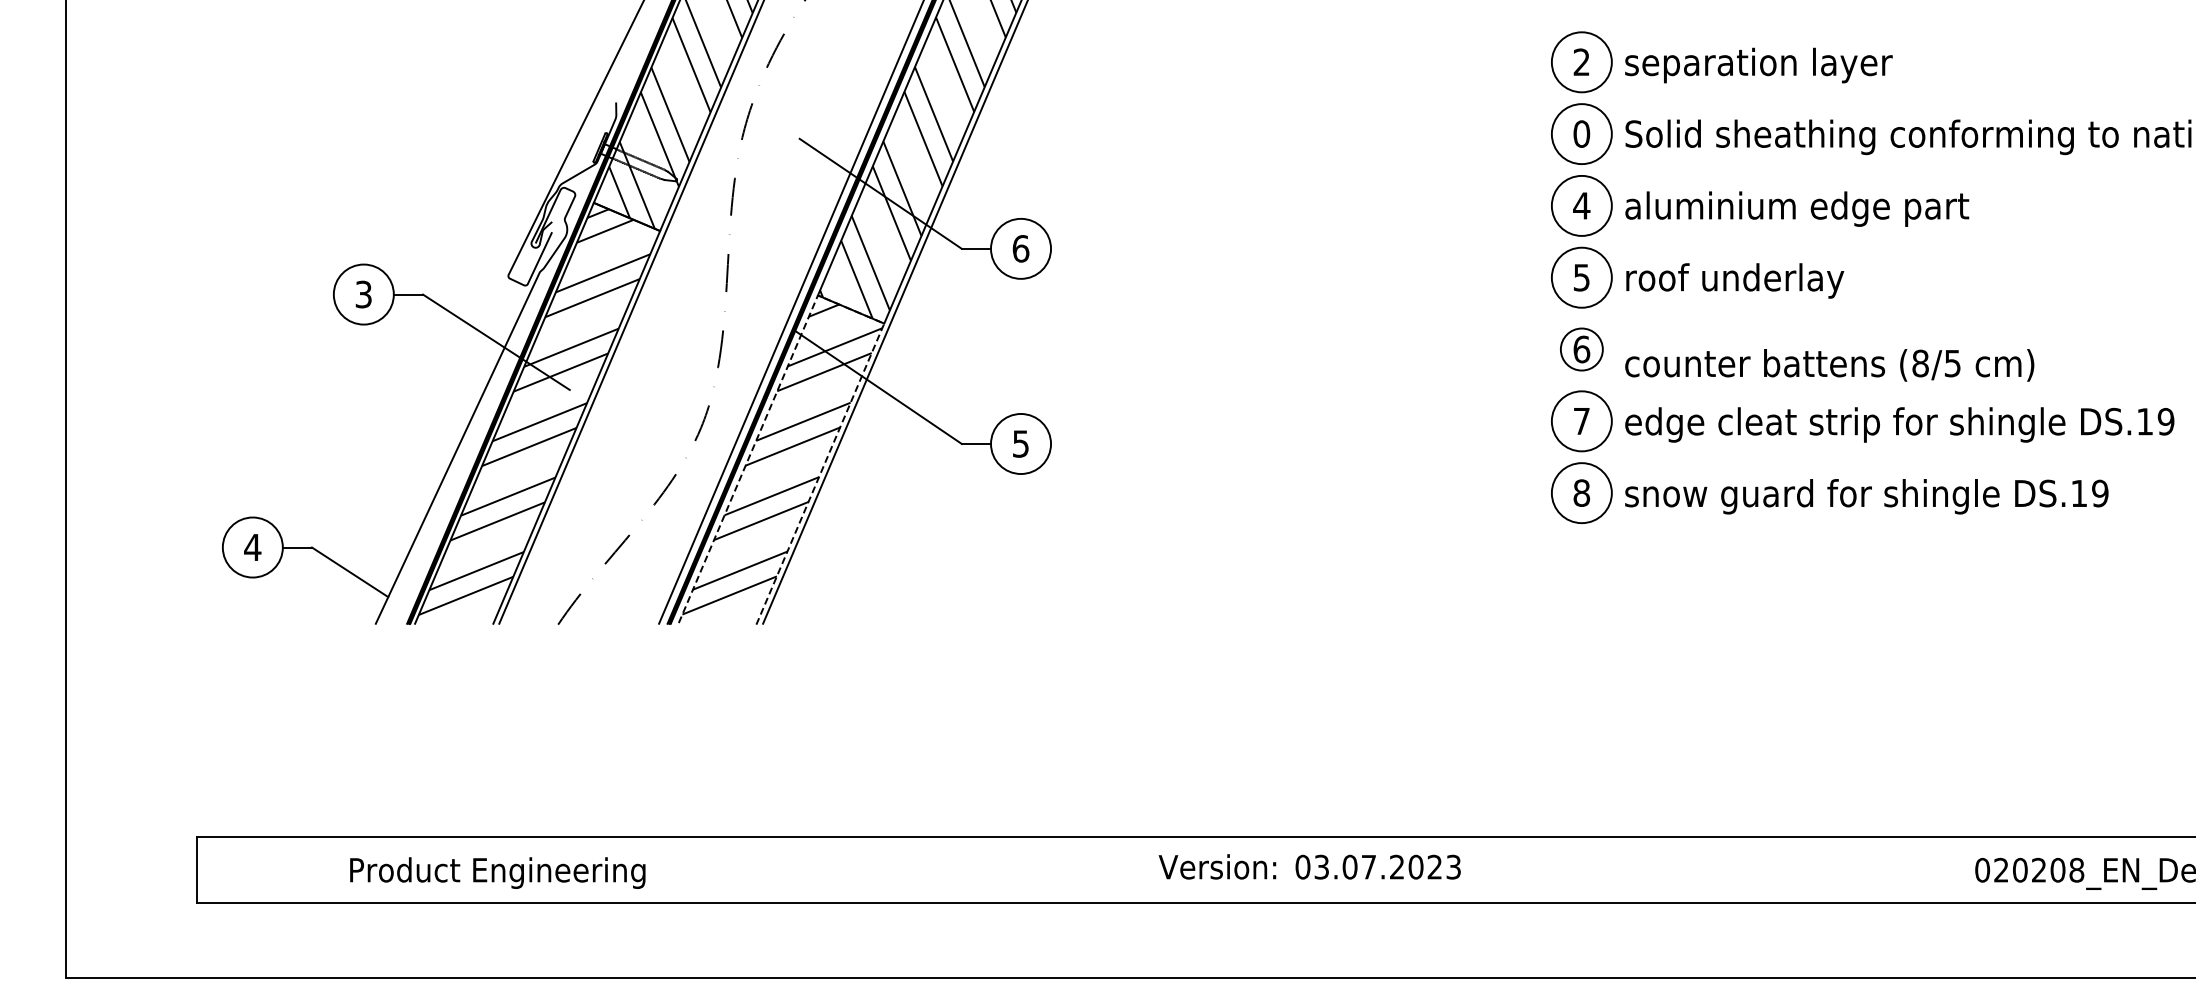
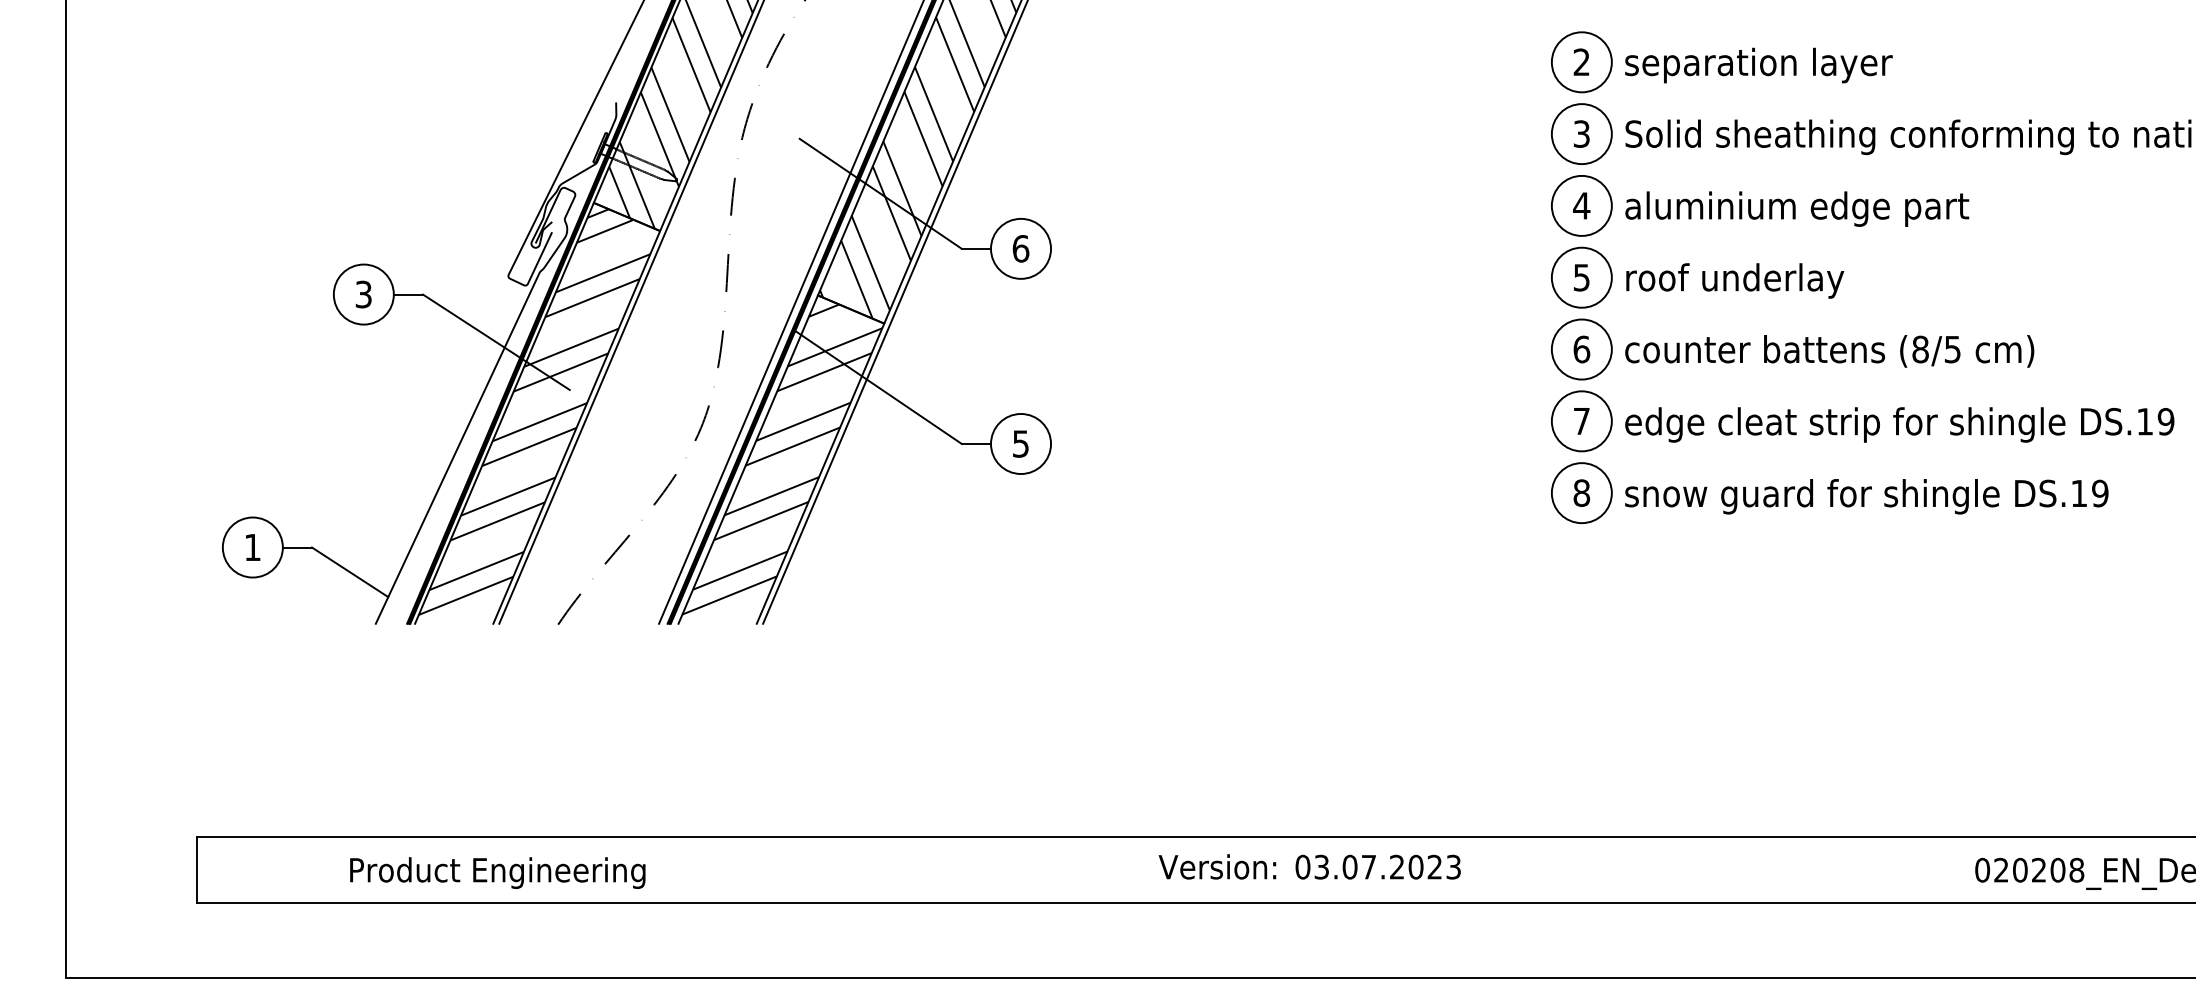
text at (1581, 133): 0 -> 3
line at (837, 303): dashed -> solid
circle at (1581, 349) diameter: 42 px -> 60 px
text at (1829, 365) position: (1829, 365) -> (1829, 351)
text at (252, 547): 4 -> 1
